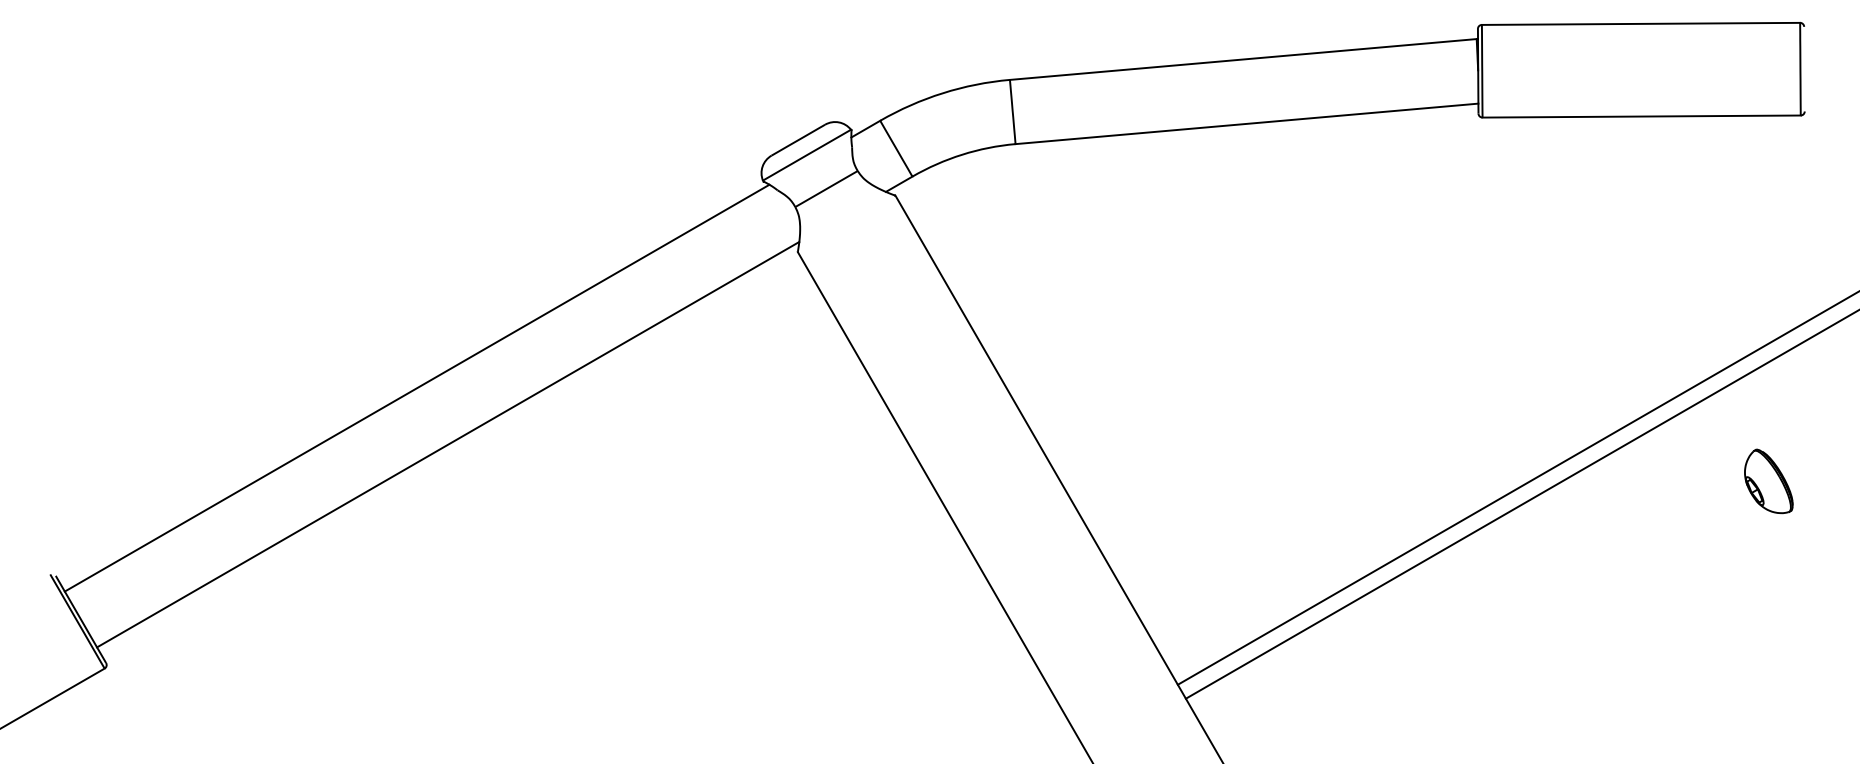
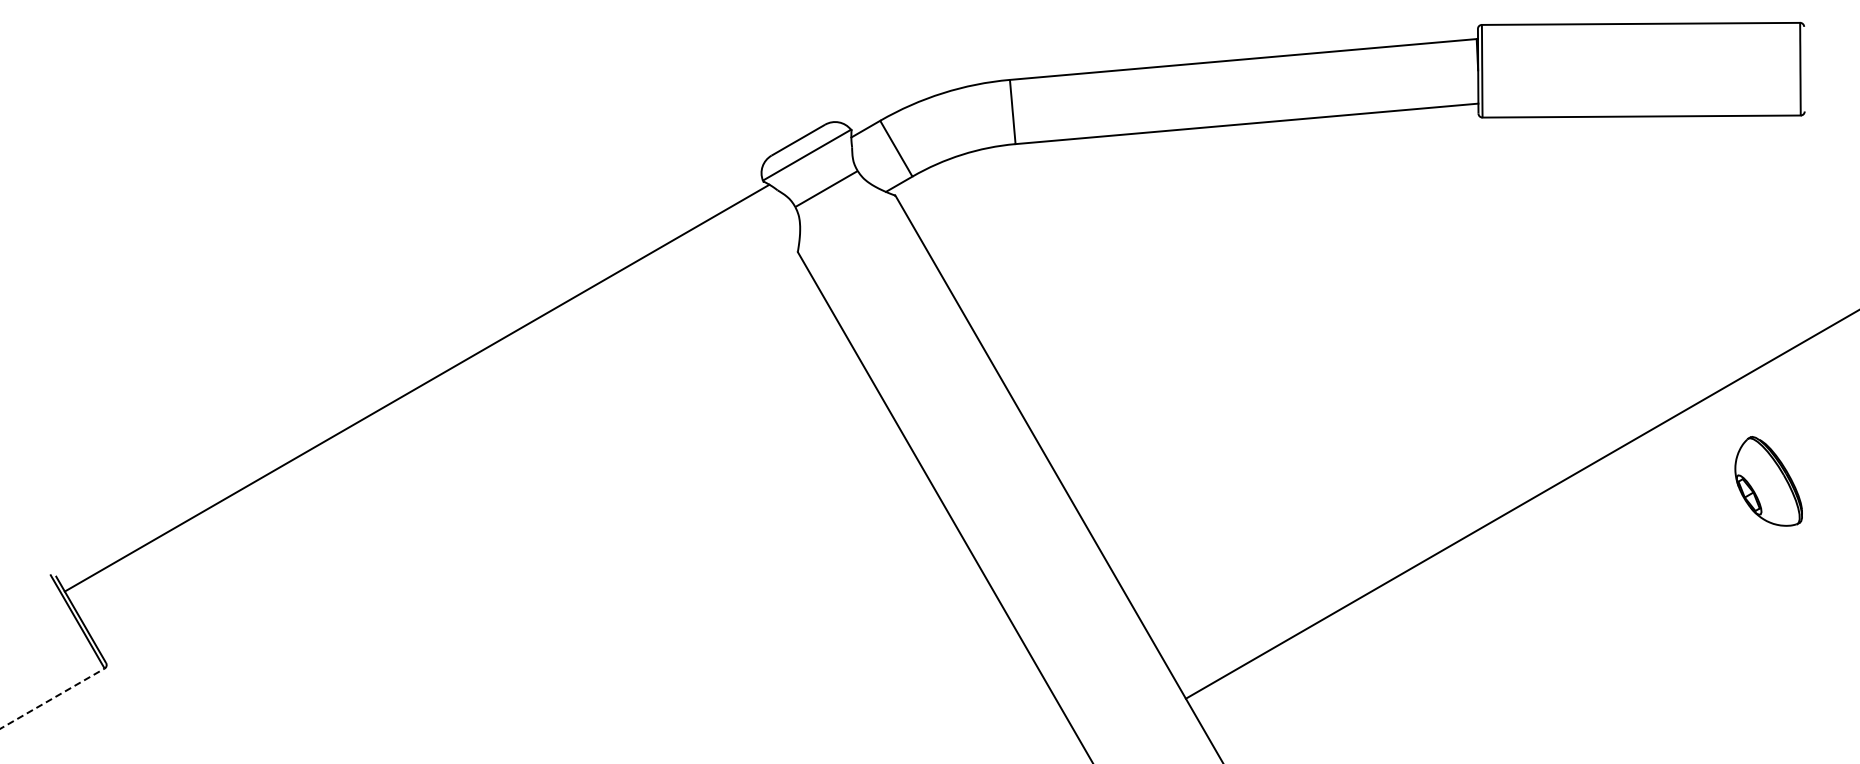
line at (448, 444): present -> none
part at (1768, 481) size: 50x67 px -> 69x91 px
line at (1516, 488): present -> none
line at (53, 698): solid -> dashed
